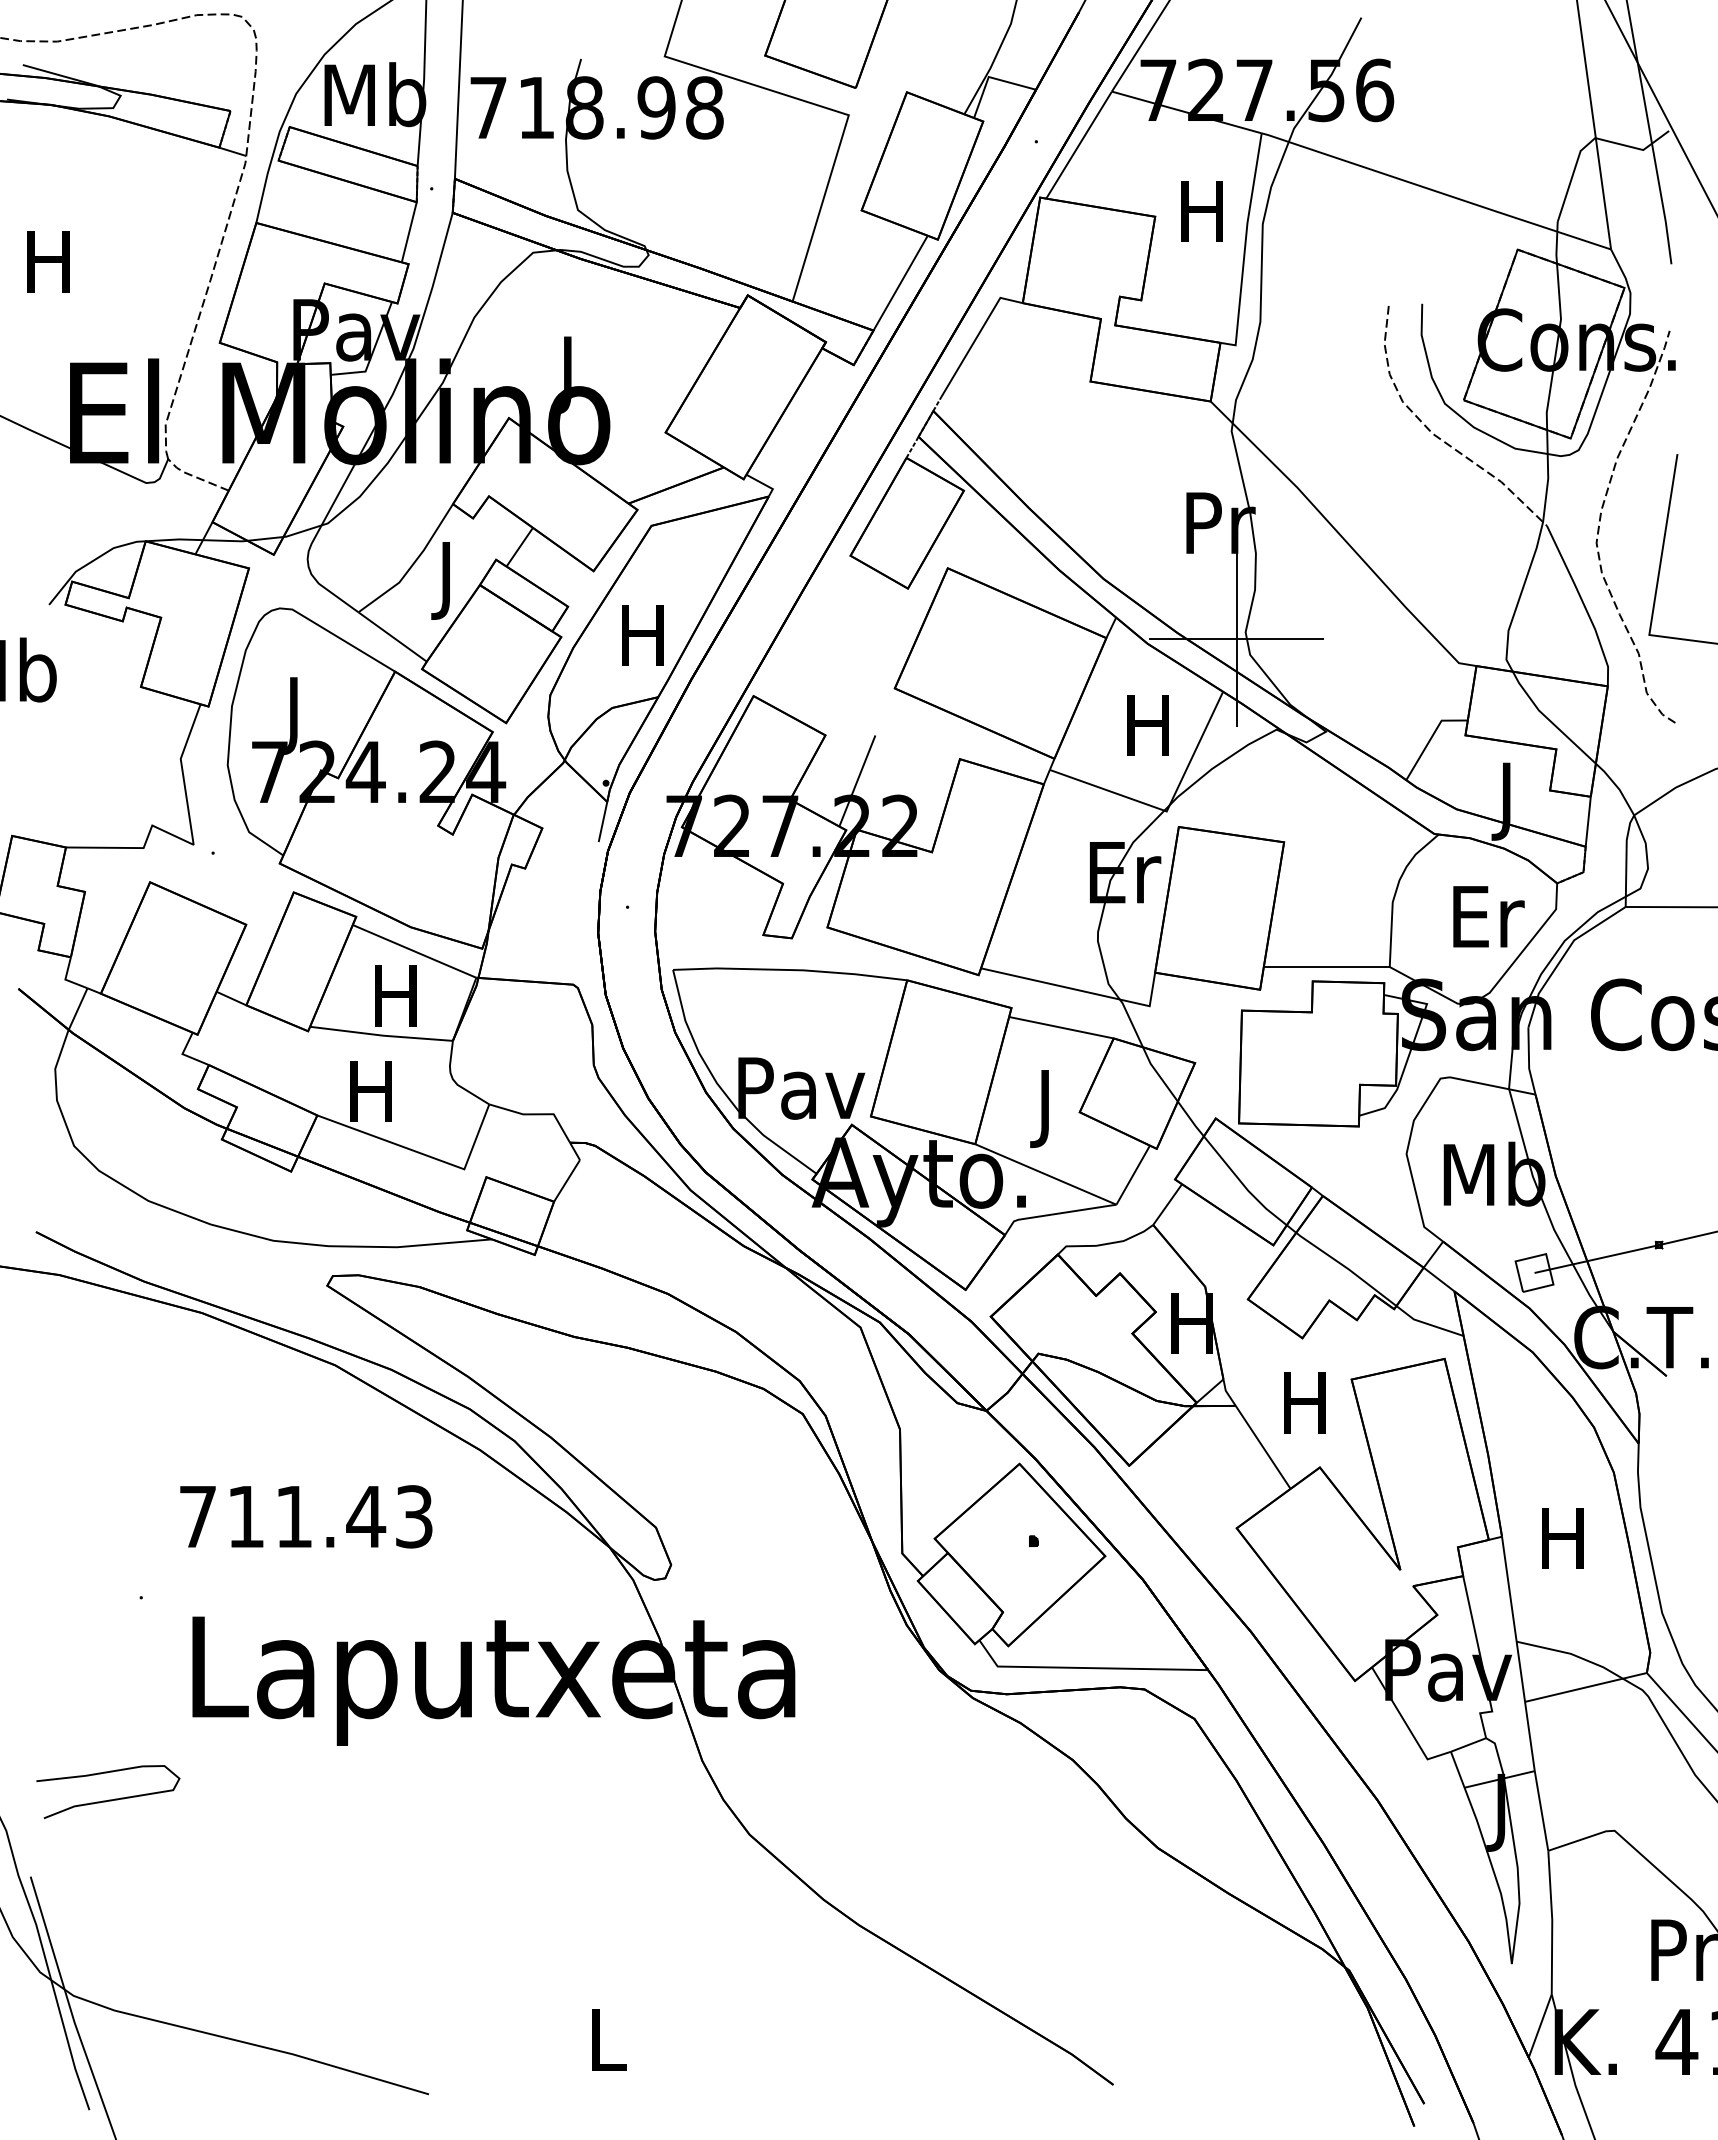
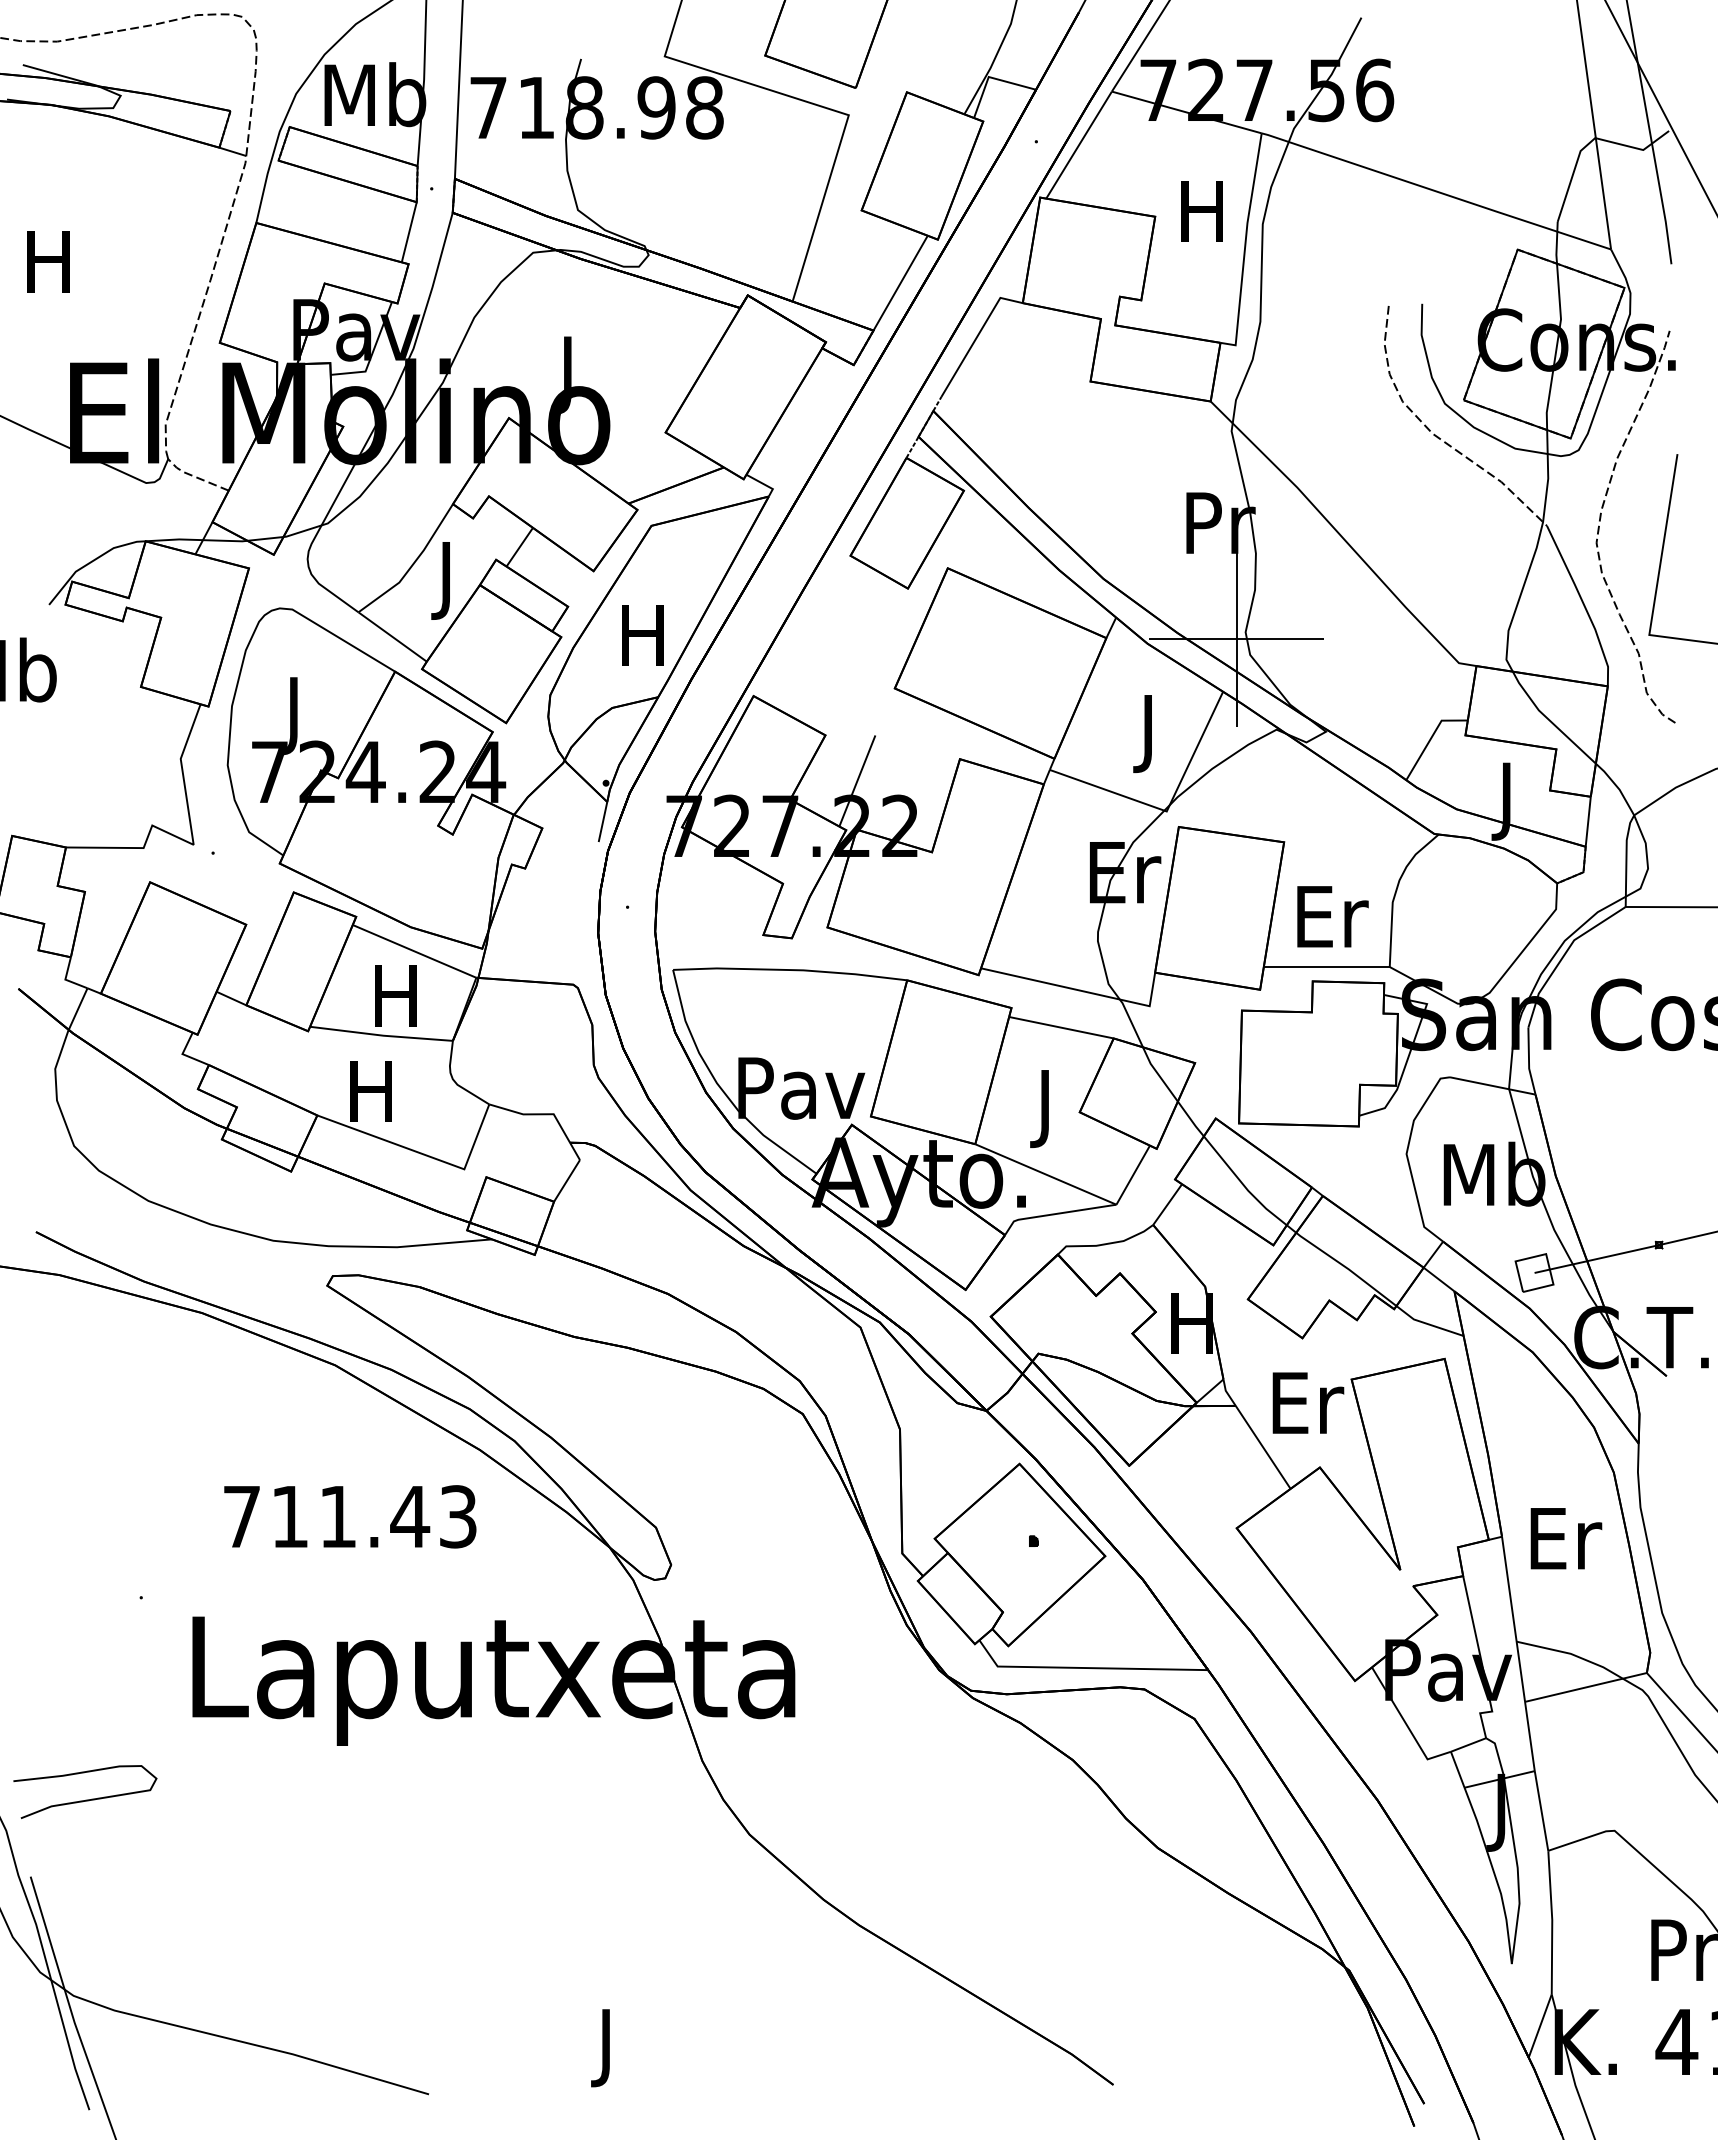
text at (1147, 734): H -> J
text at (1488, 916) position: (1488, 916) -> (1332, 916)
text at (1308, 1402): H -> Er
text at (306, 1516) position: (306, 1516) -> (350, 1516)
text at (1566, 1538): H -> Er
curve at (108, 1799) position: (108, 1799) -> (85, 1799)
text at (608, 2048): L -> J
